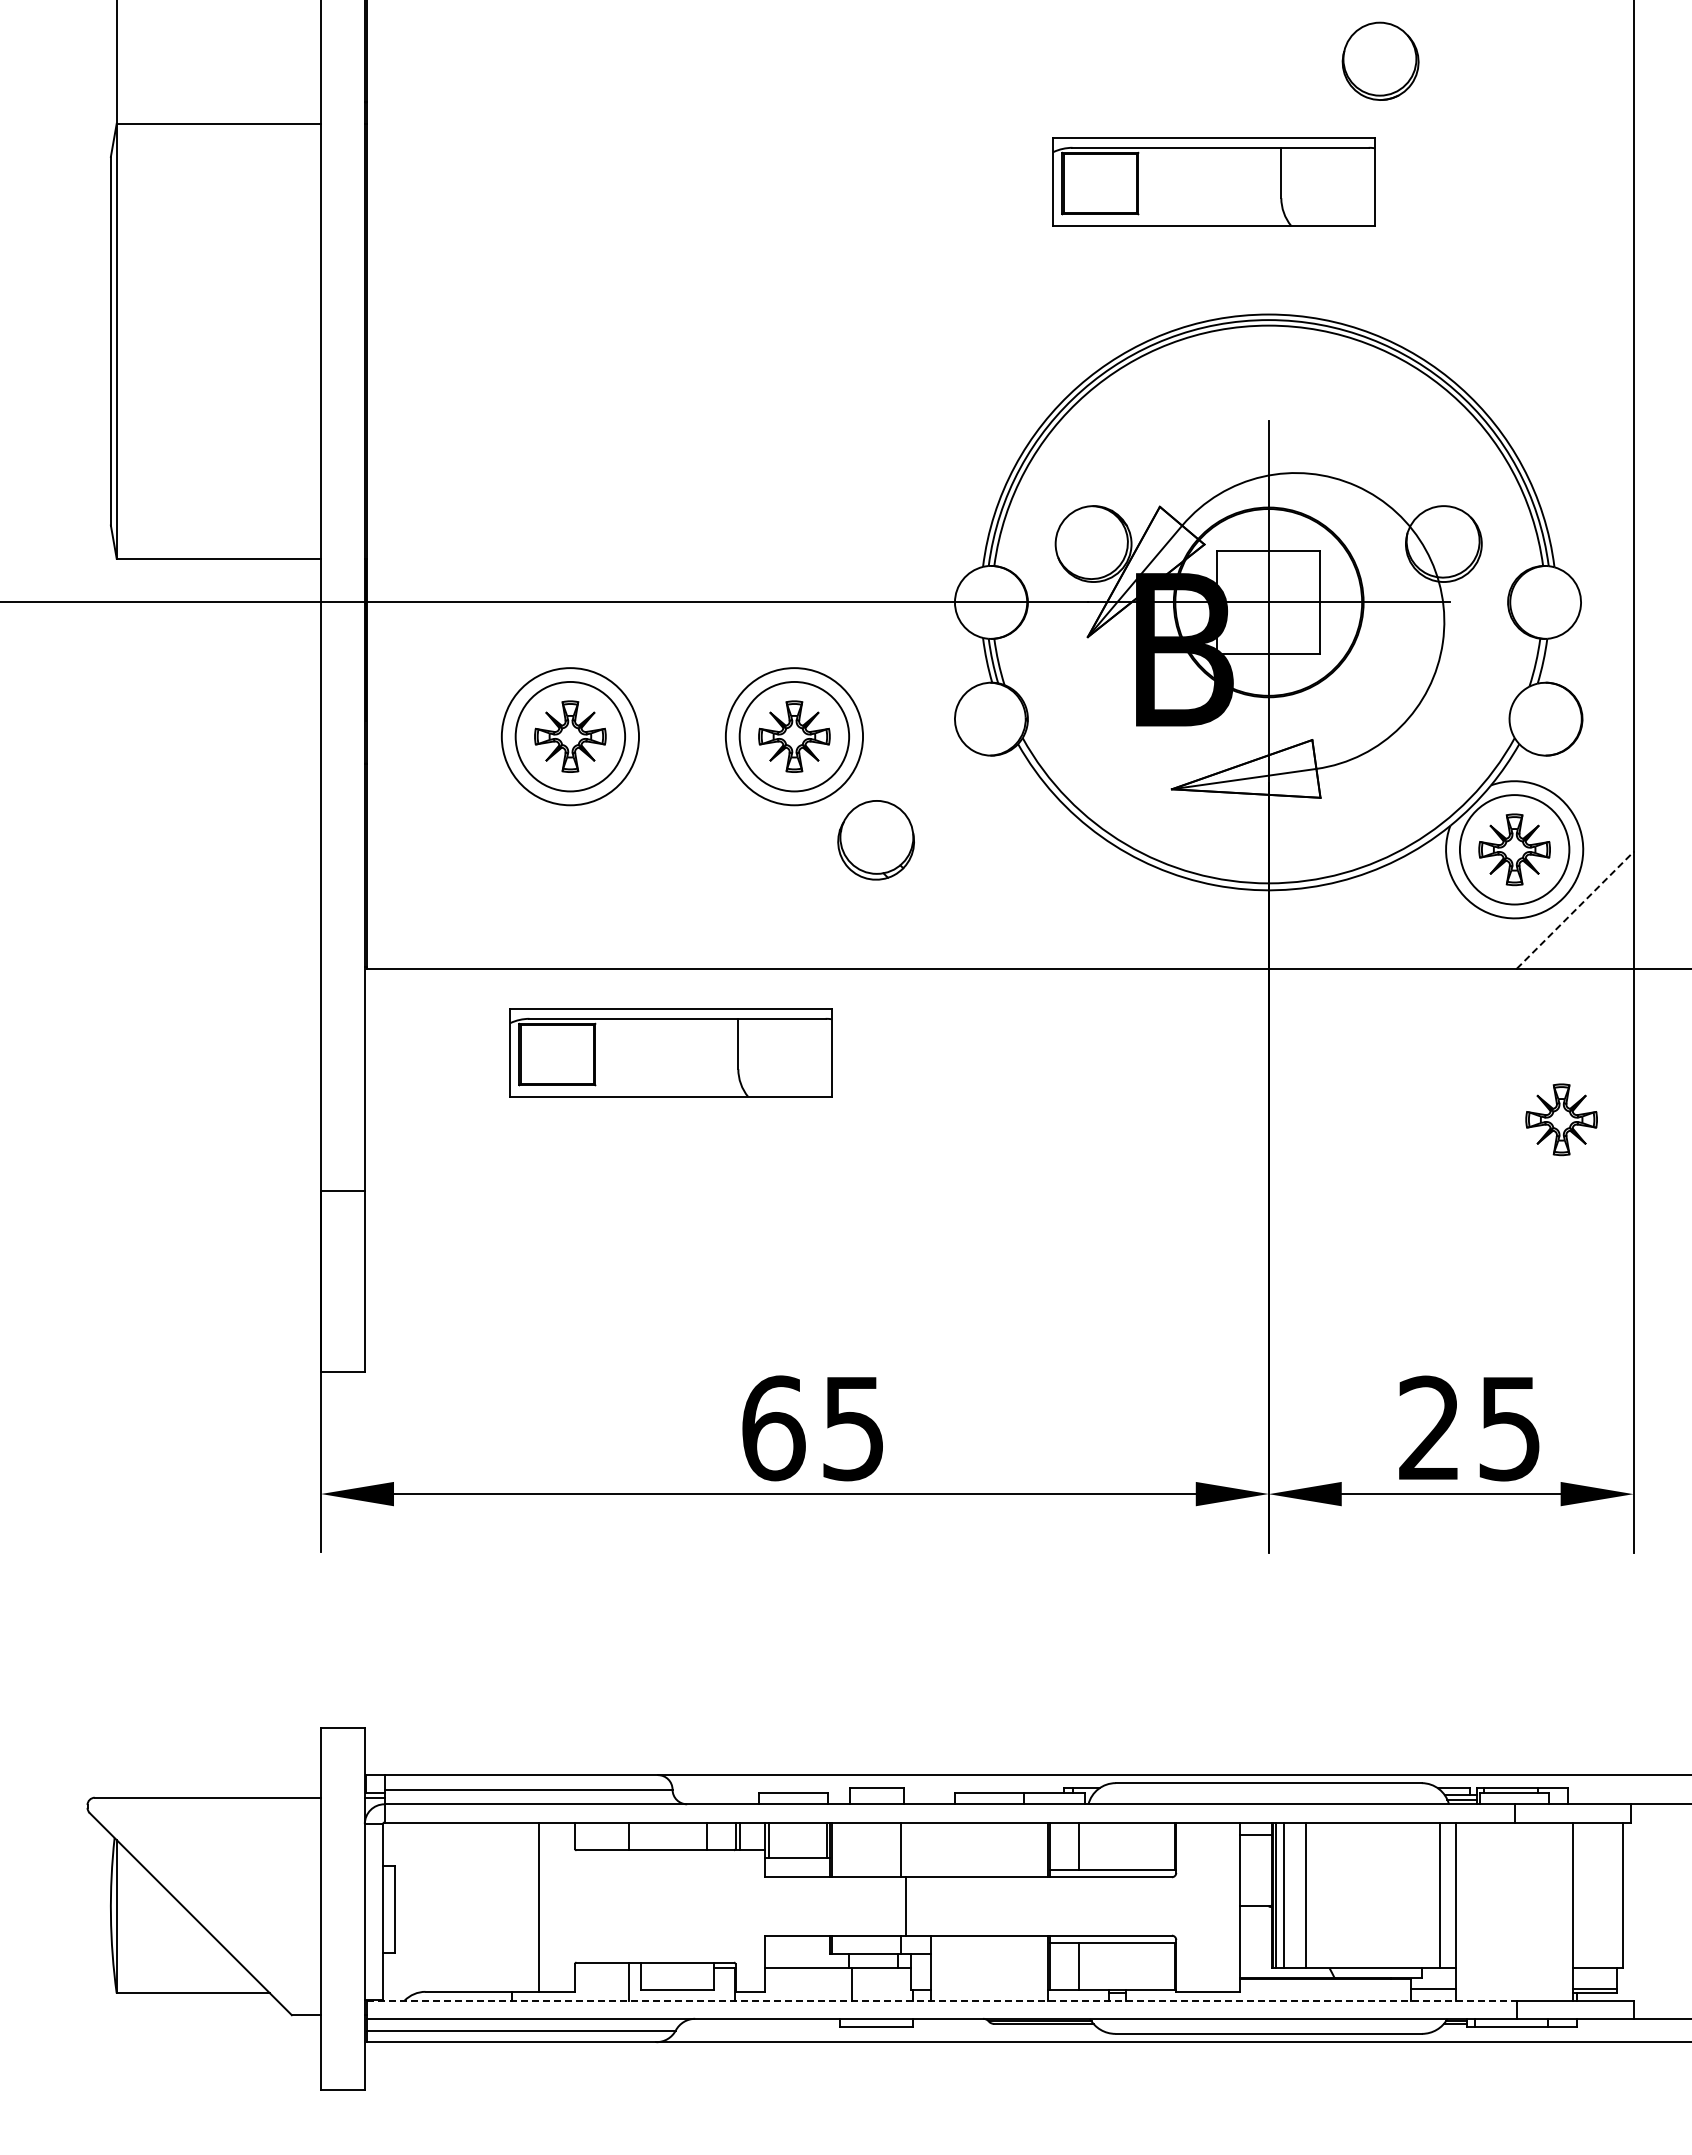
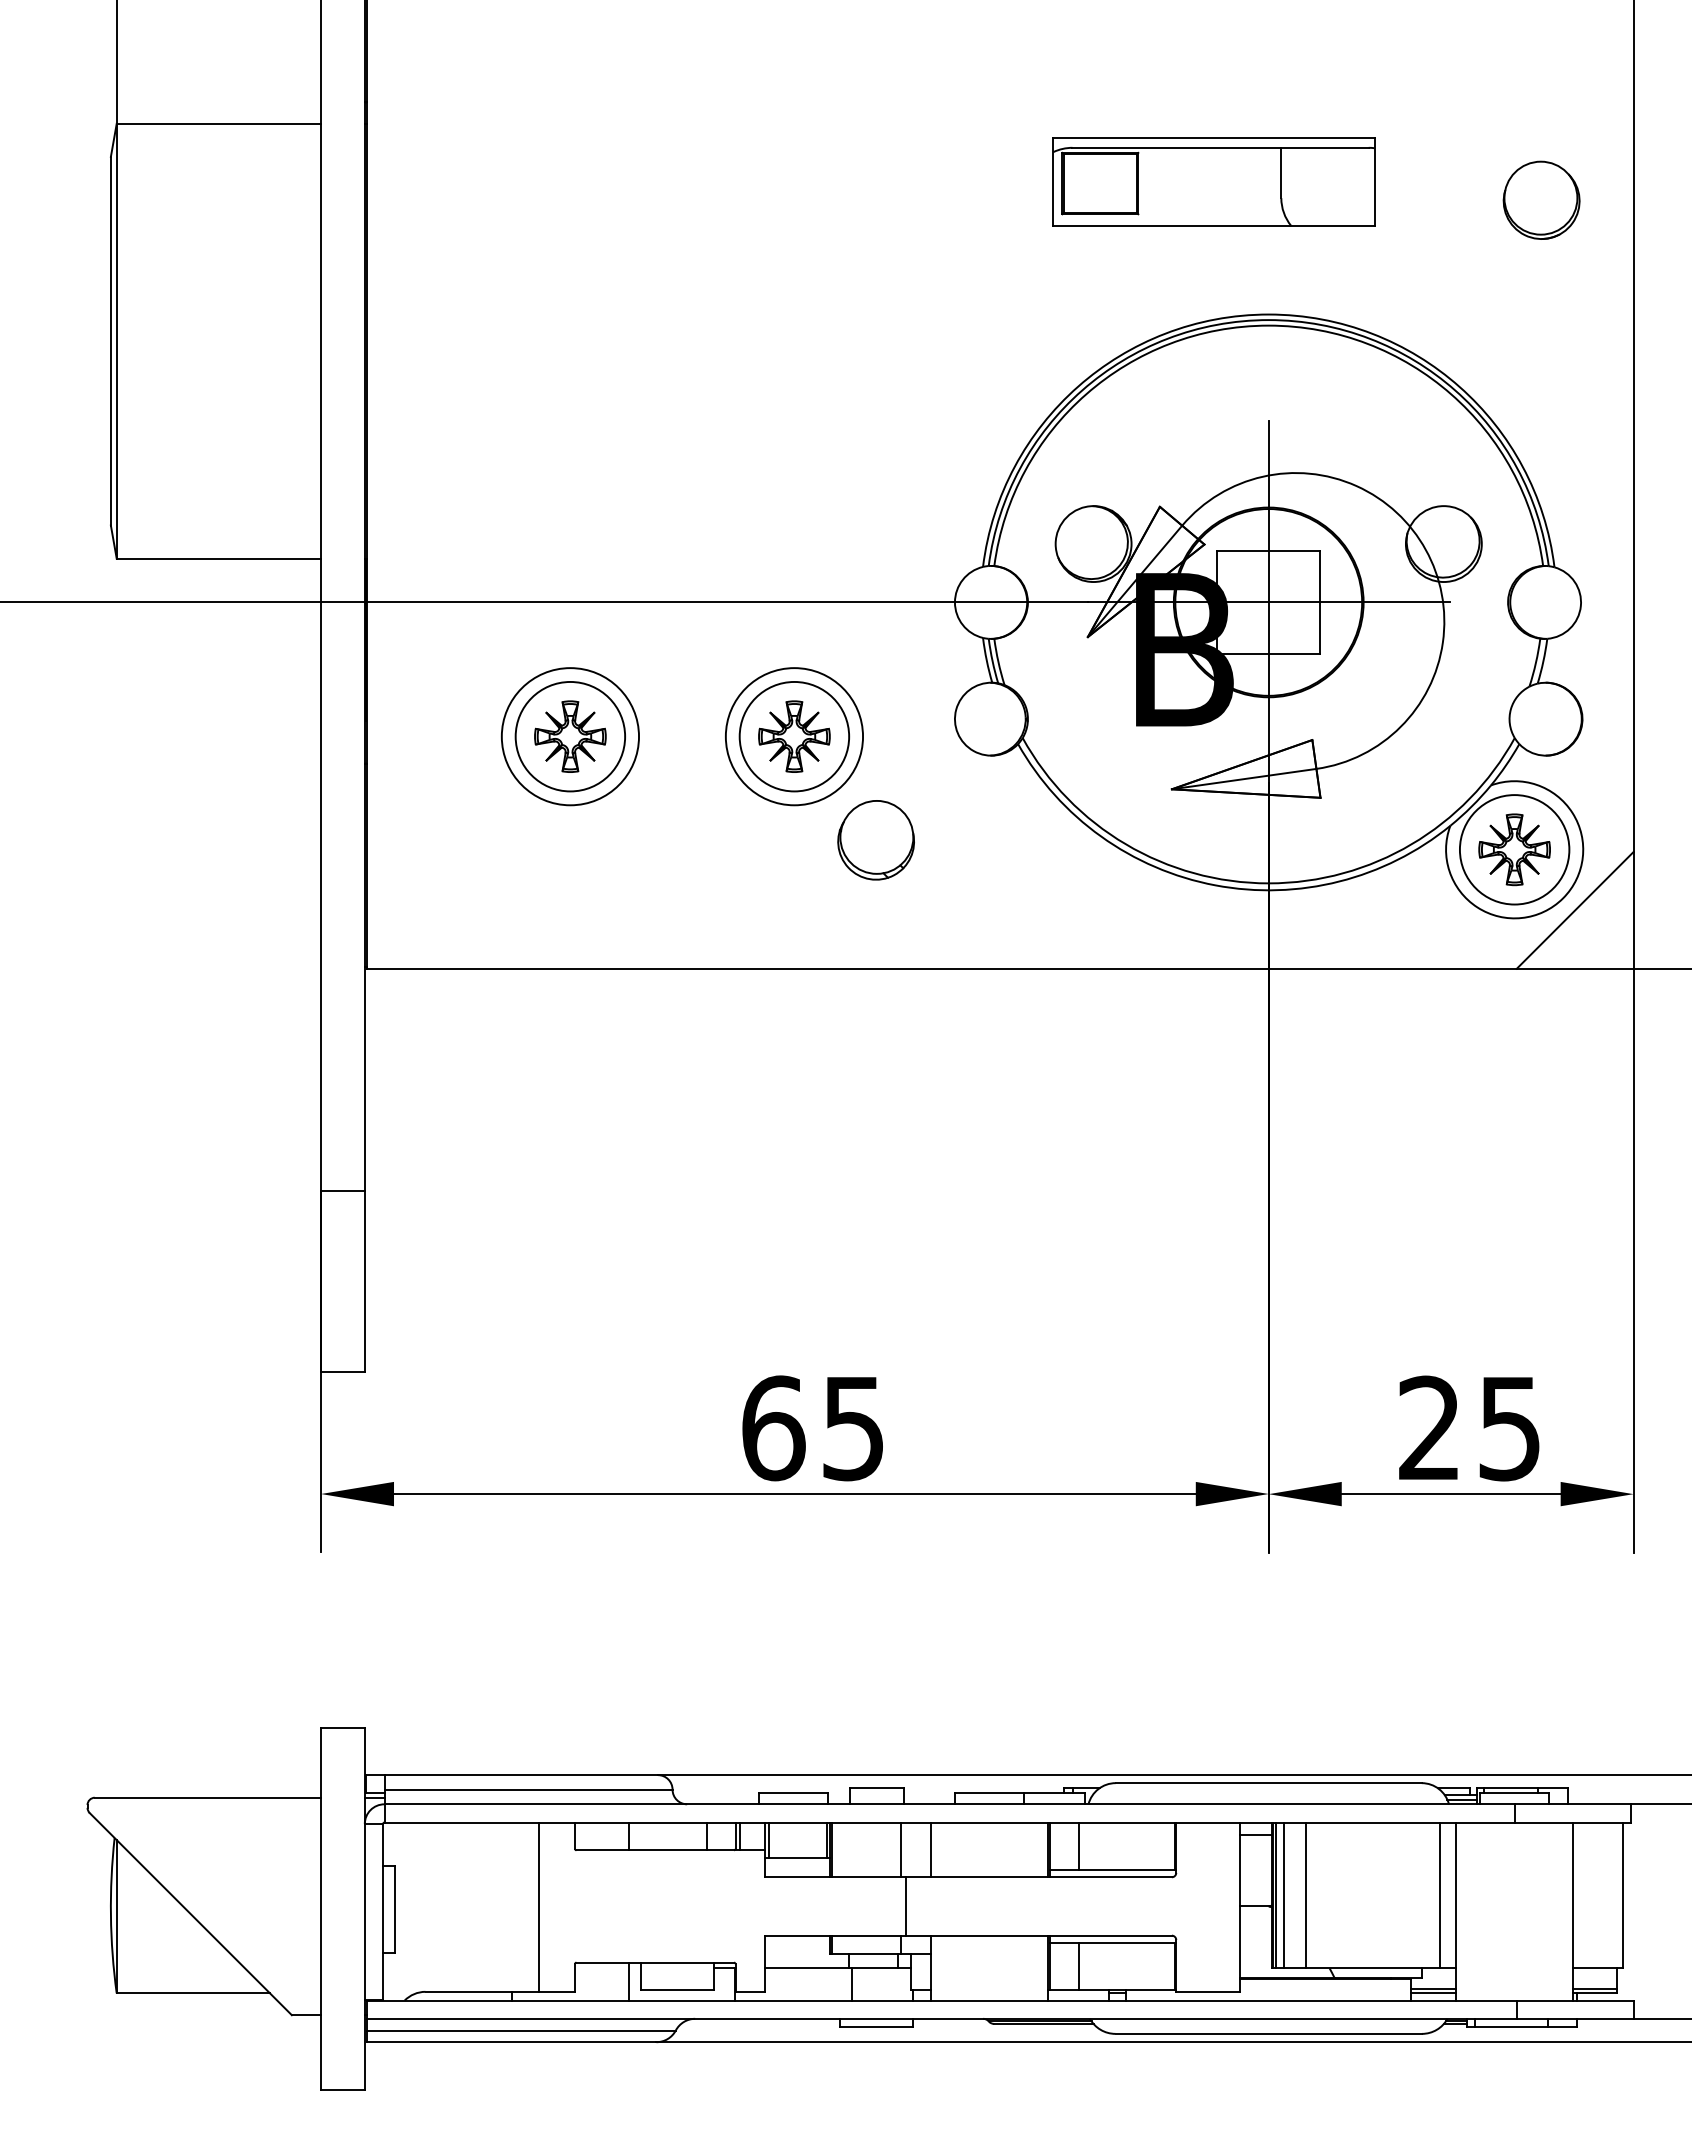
part at (1380, 60) position: (1380, 60) -> (1541, 199)
line at (1575, 910): dashed -> solid
part at (670, 1052): present -> none
part at (1561, 1119): present -> none
line at (930, 1849): none -> present
line at (1433, 1993): none -> present
line at (942, 2000): dashed -> solid
